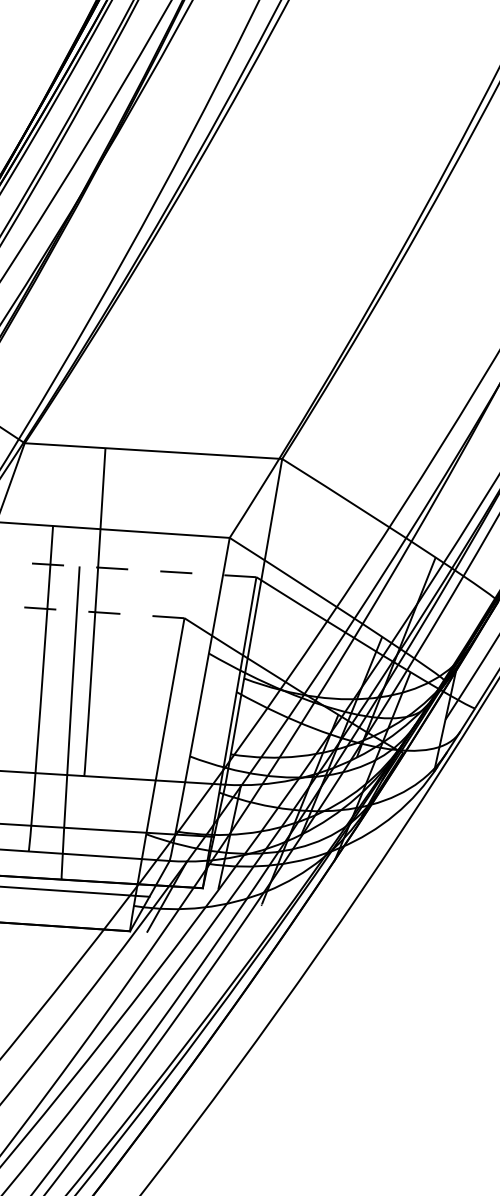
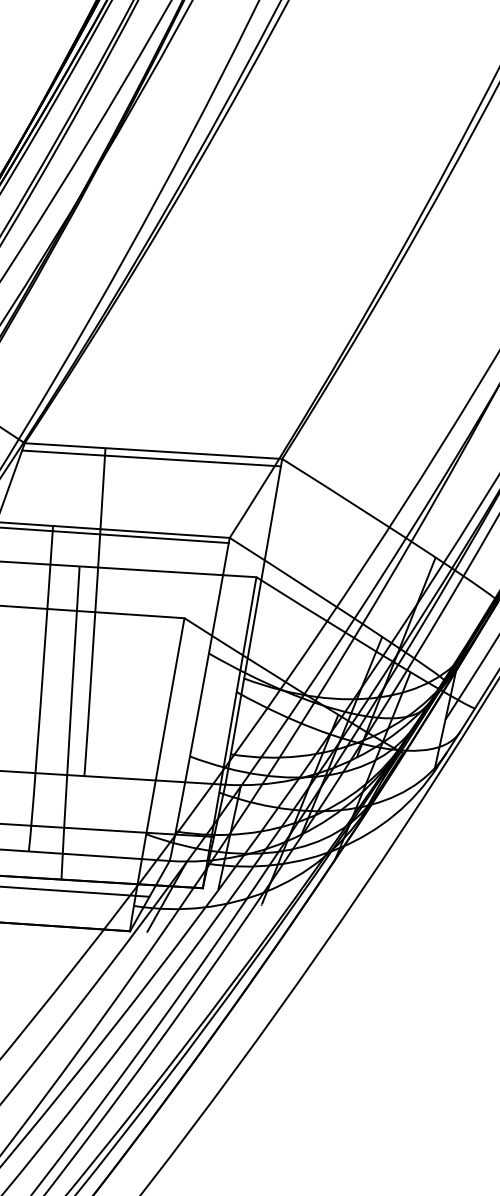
line at (151, 458): none -> present
line at (115, 535): none -> present
line at (128, 569): dashed -> solid
line at (92, 612): dashed -> solid
